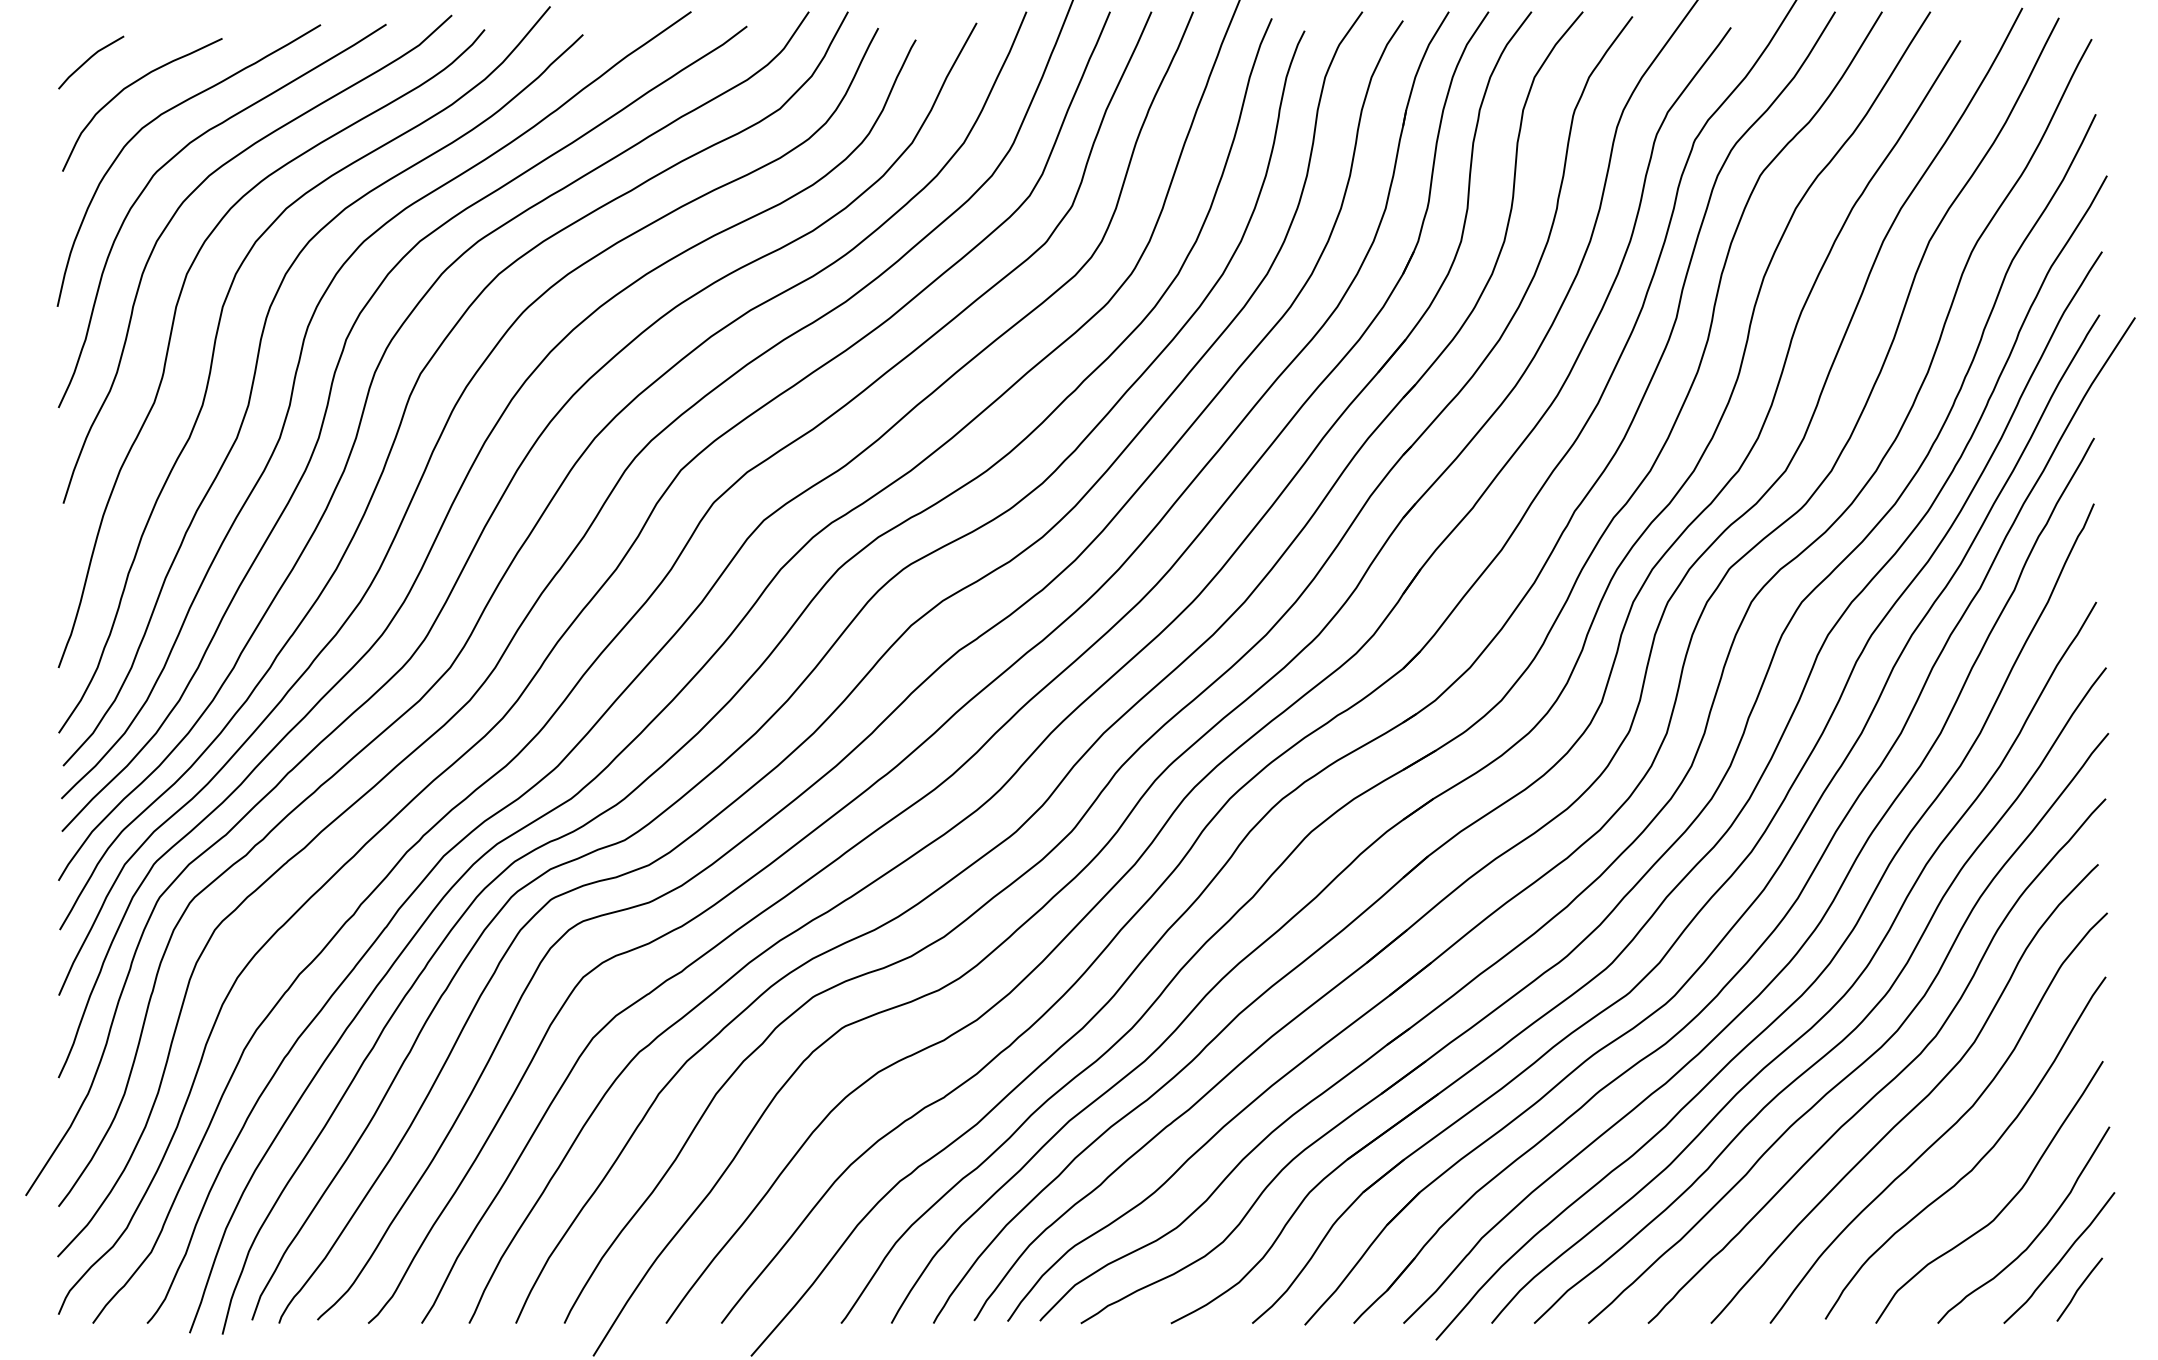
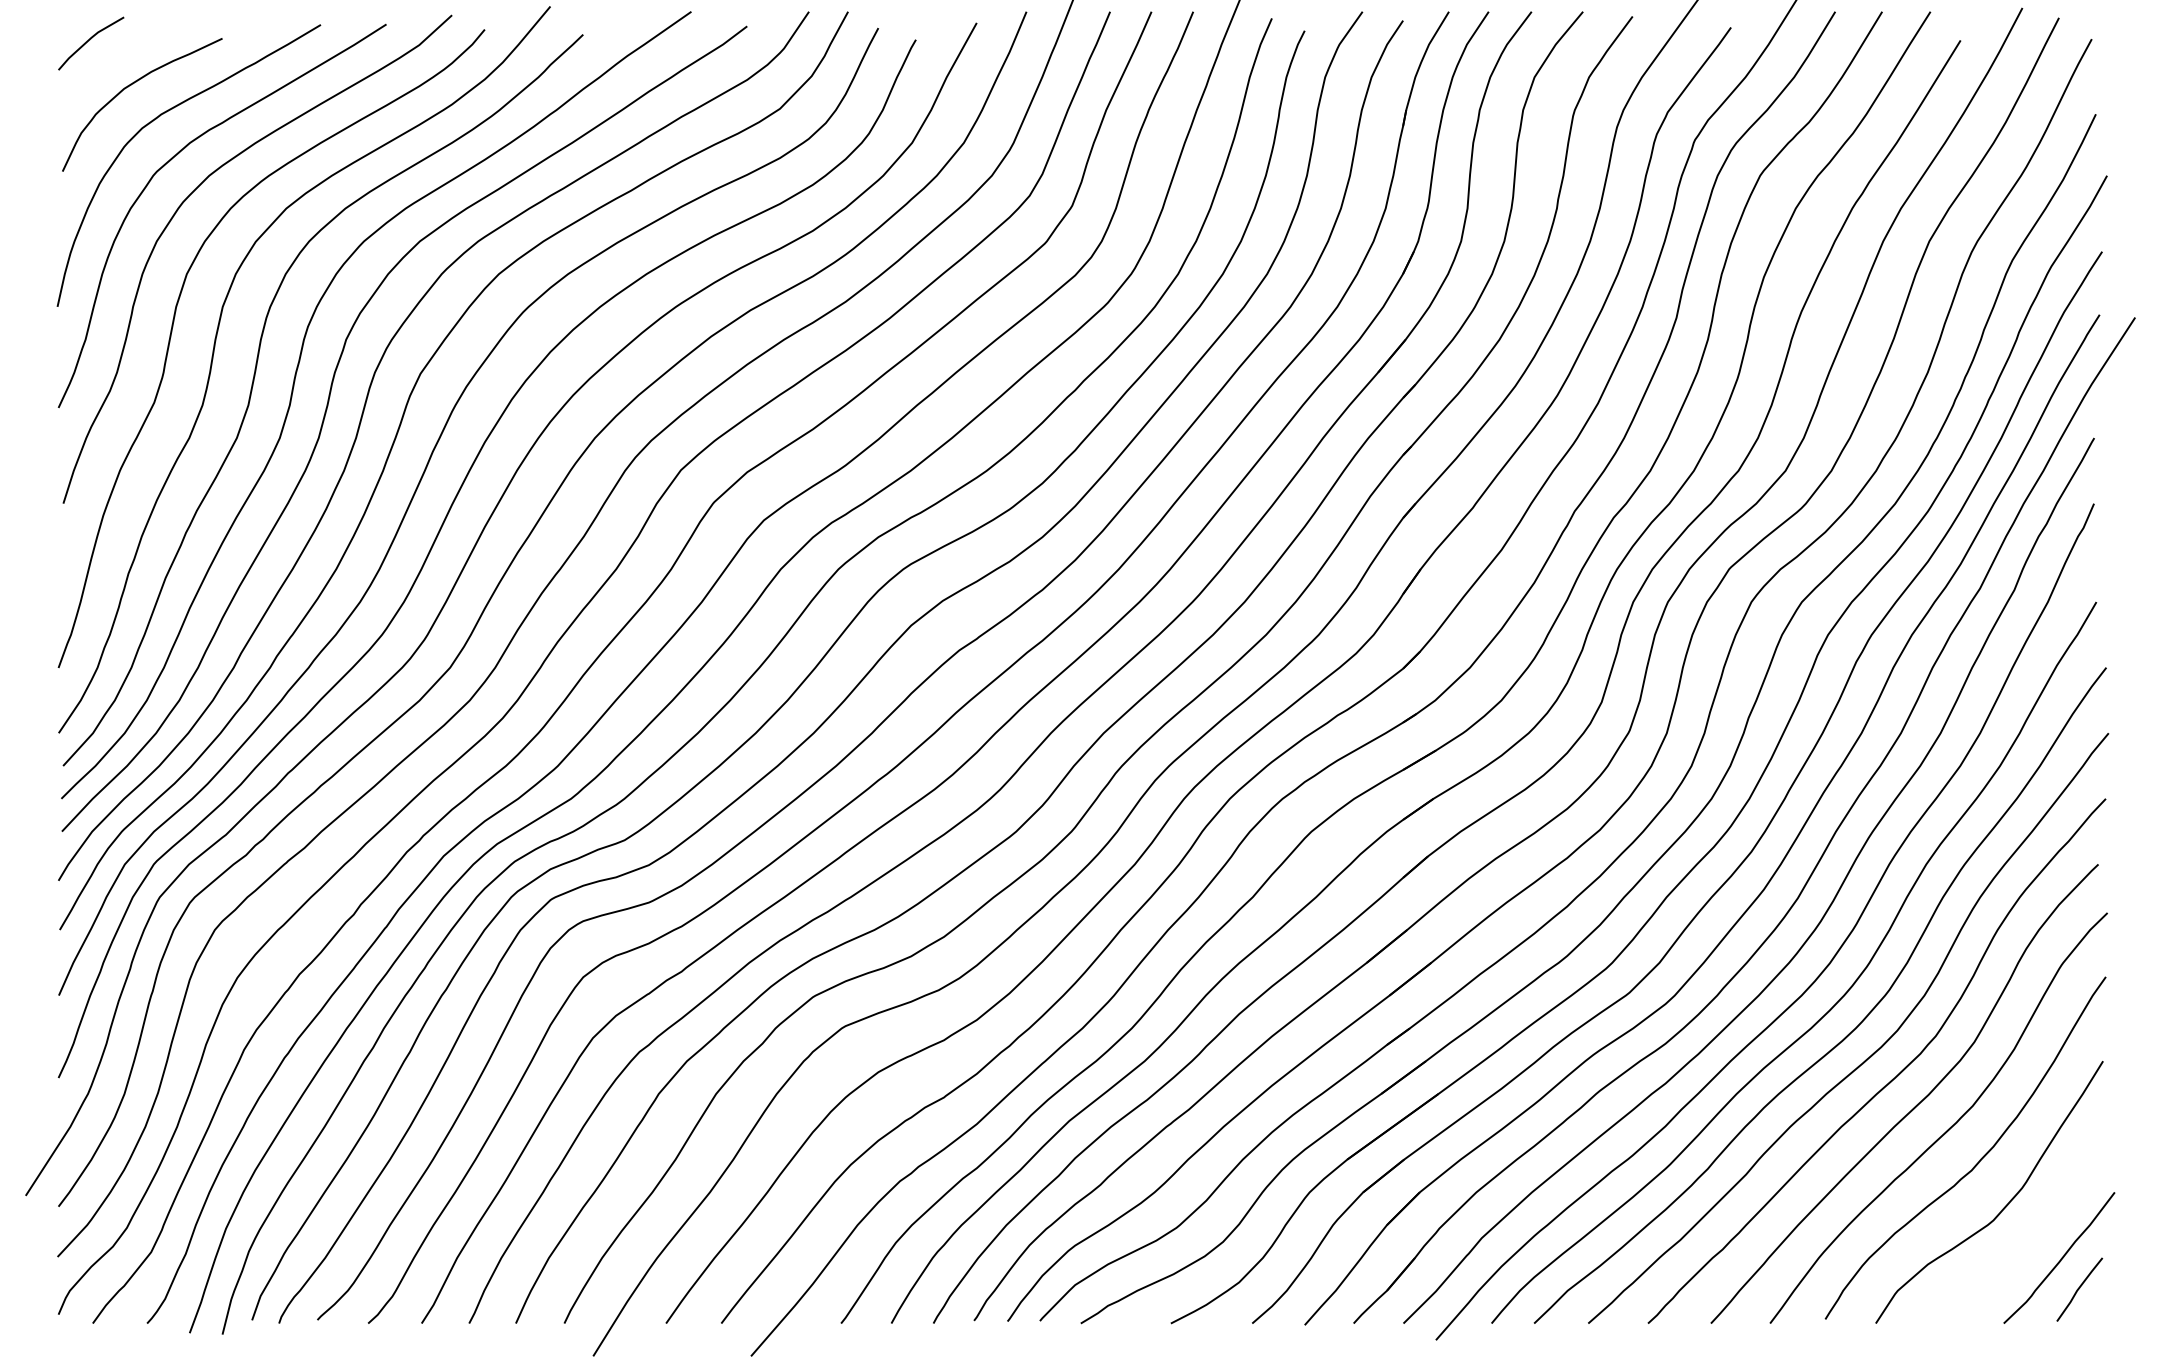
line at (89, 59) position: (89, 59) -> (89, 40)
curve at (2035, 1236): present -> none
